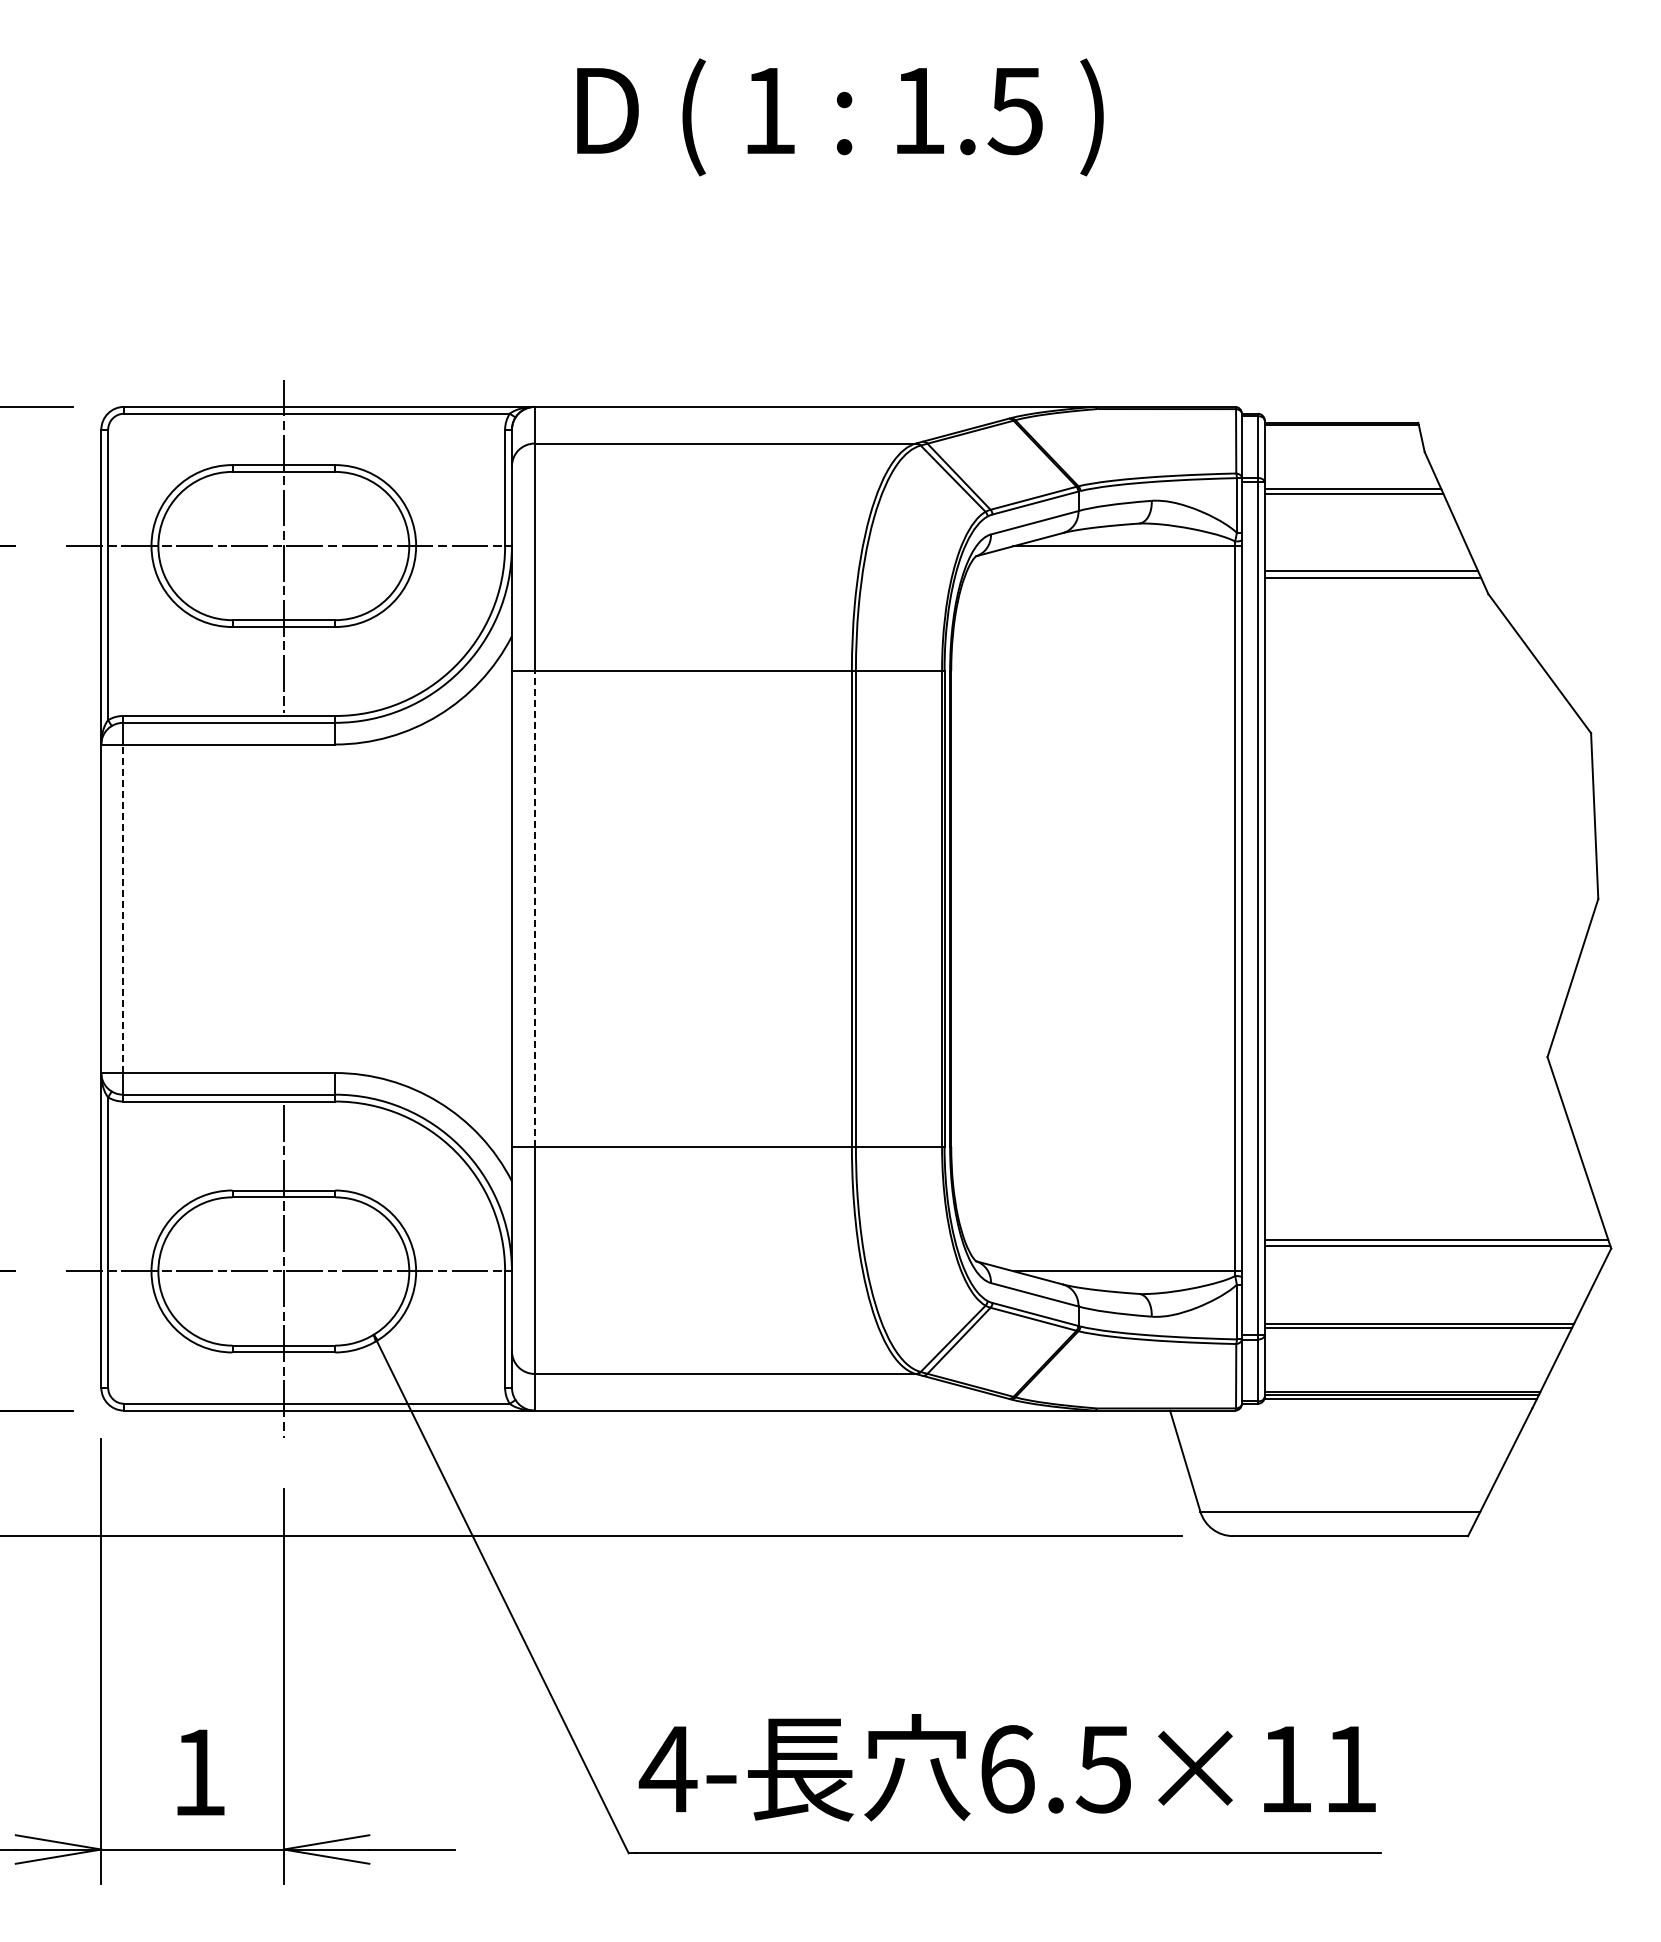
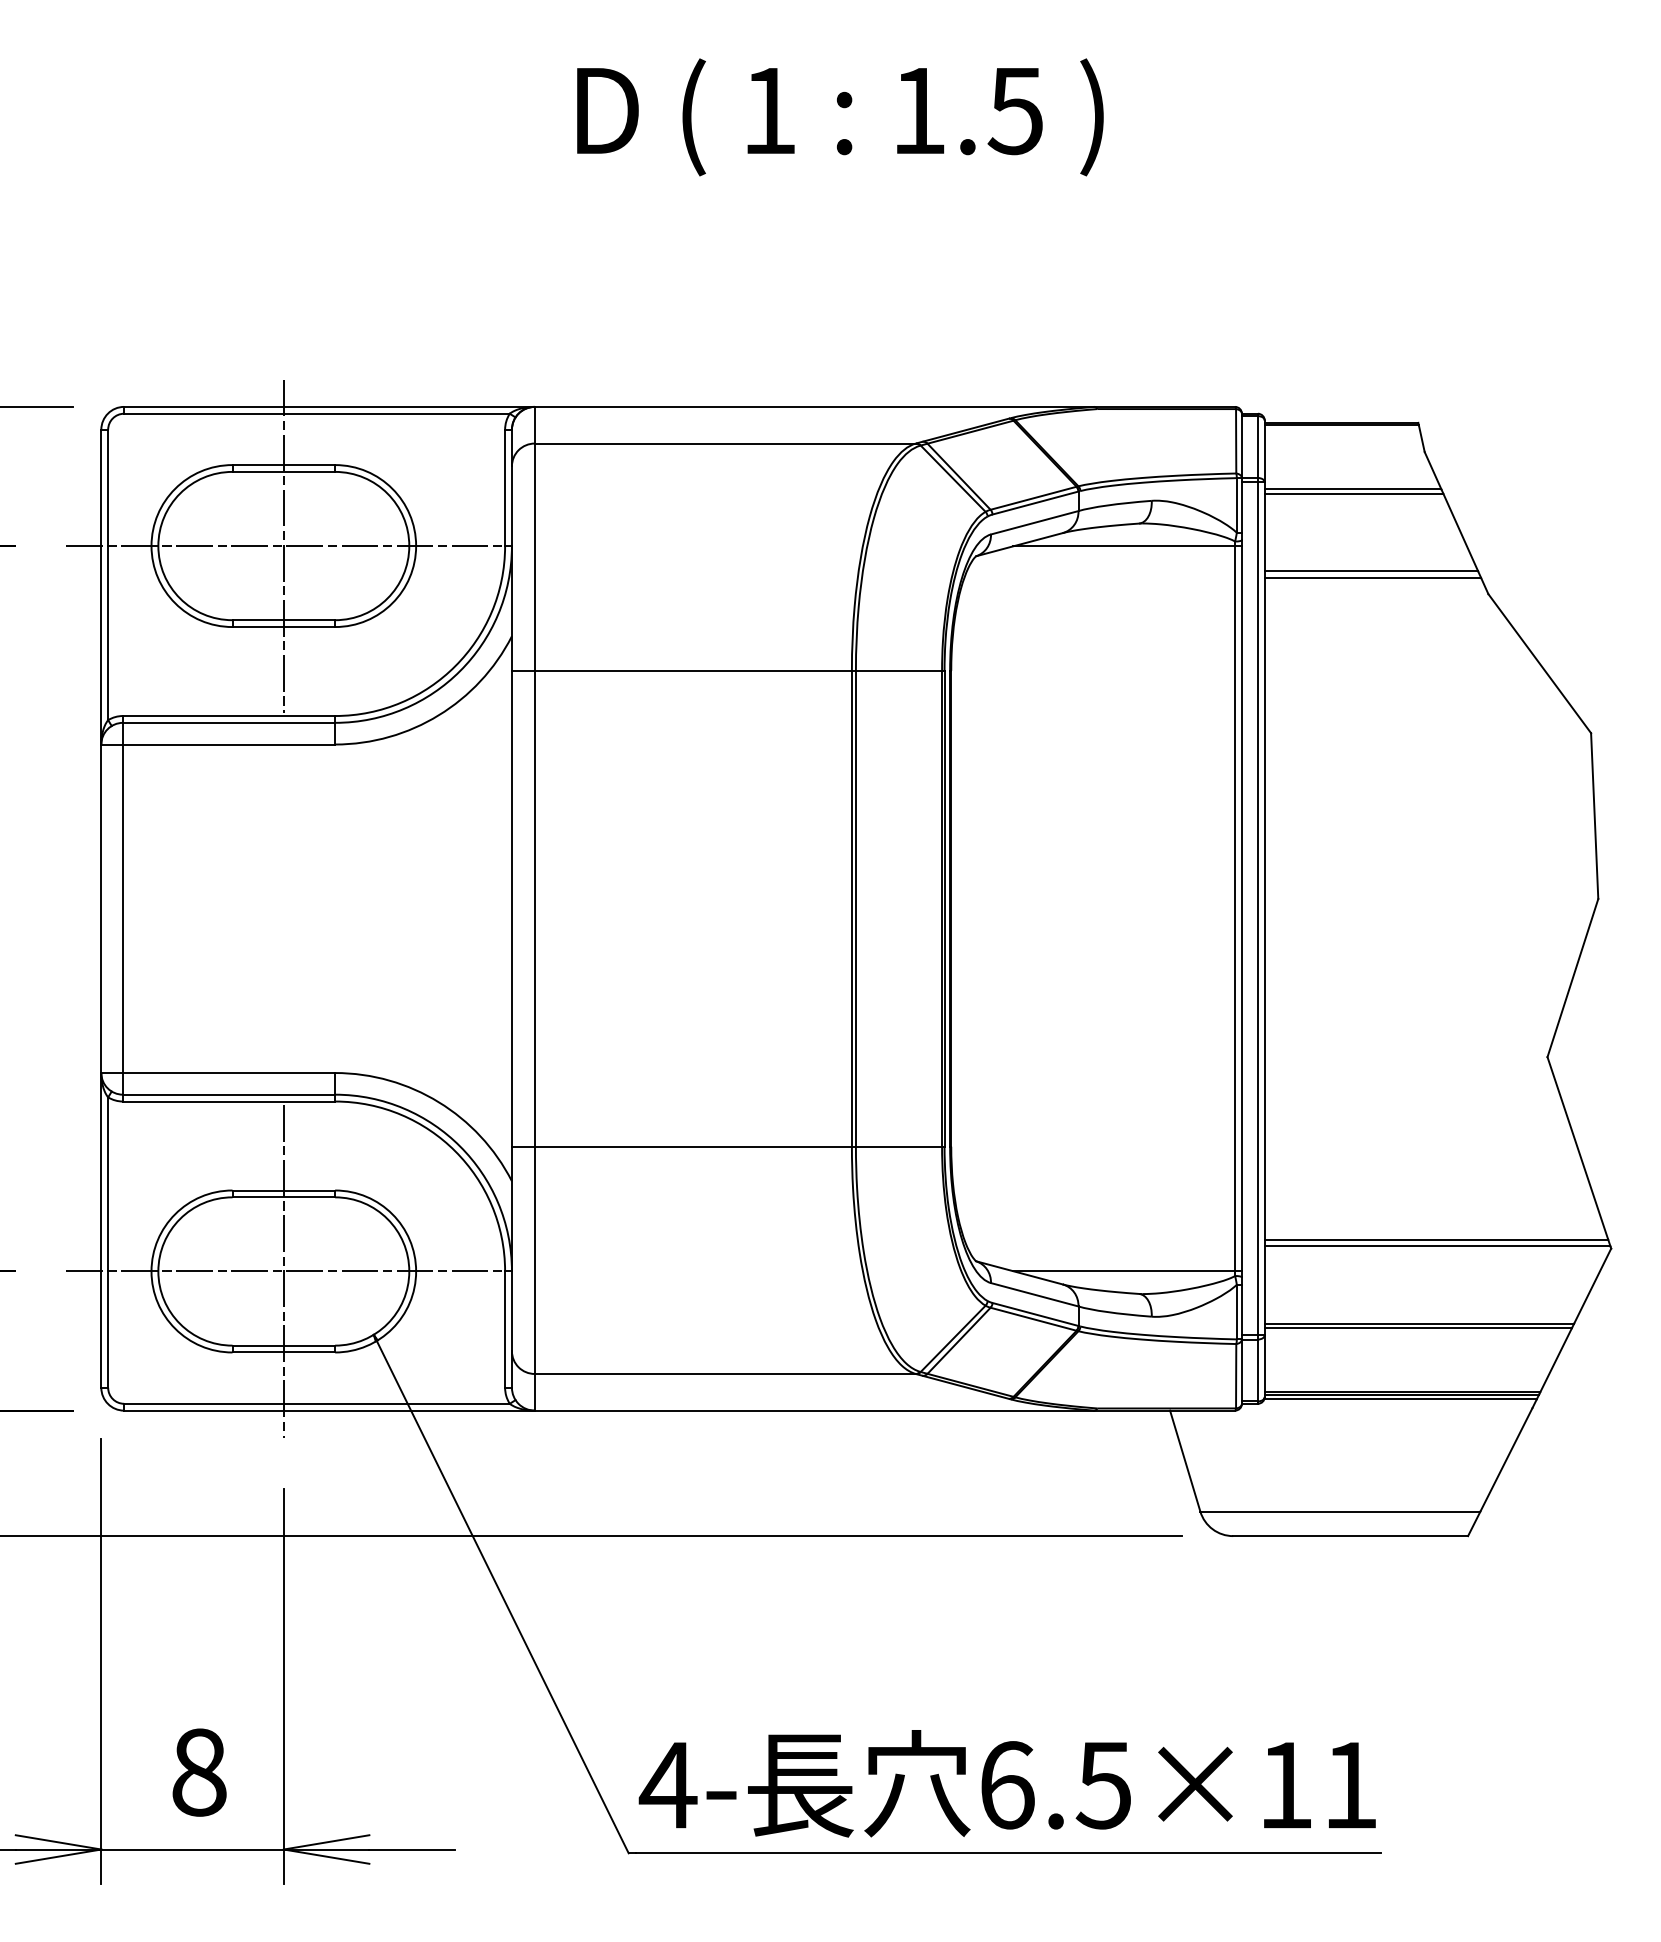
line at (123, 908): dashed -> solid
line at (534, 908): dashed -> solid
text at (1006, 1767) position: (1006, 1767) -> (1006, 1783)
text at (199, 1772): 1 -> 8
